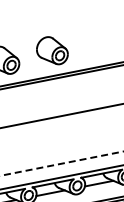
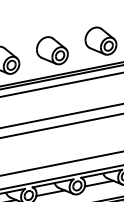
part at (100, 40): none -> present
line at (61, 84): none -> present
line at (61, 125): none -> present
line at (61, 163): dashed -> solid
